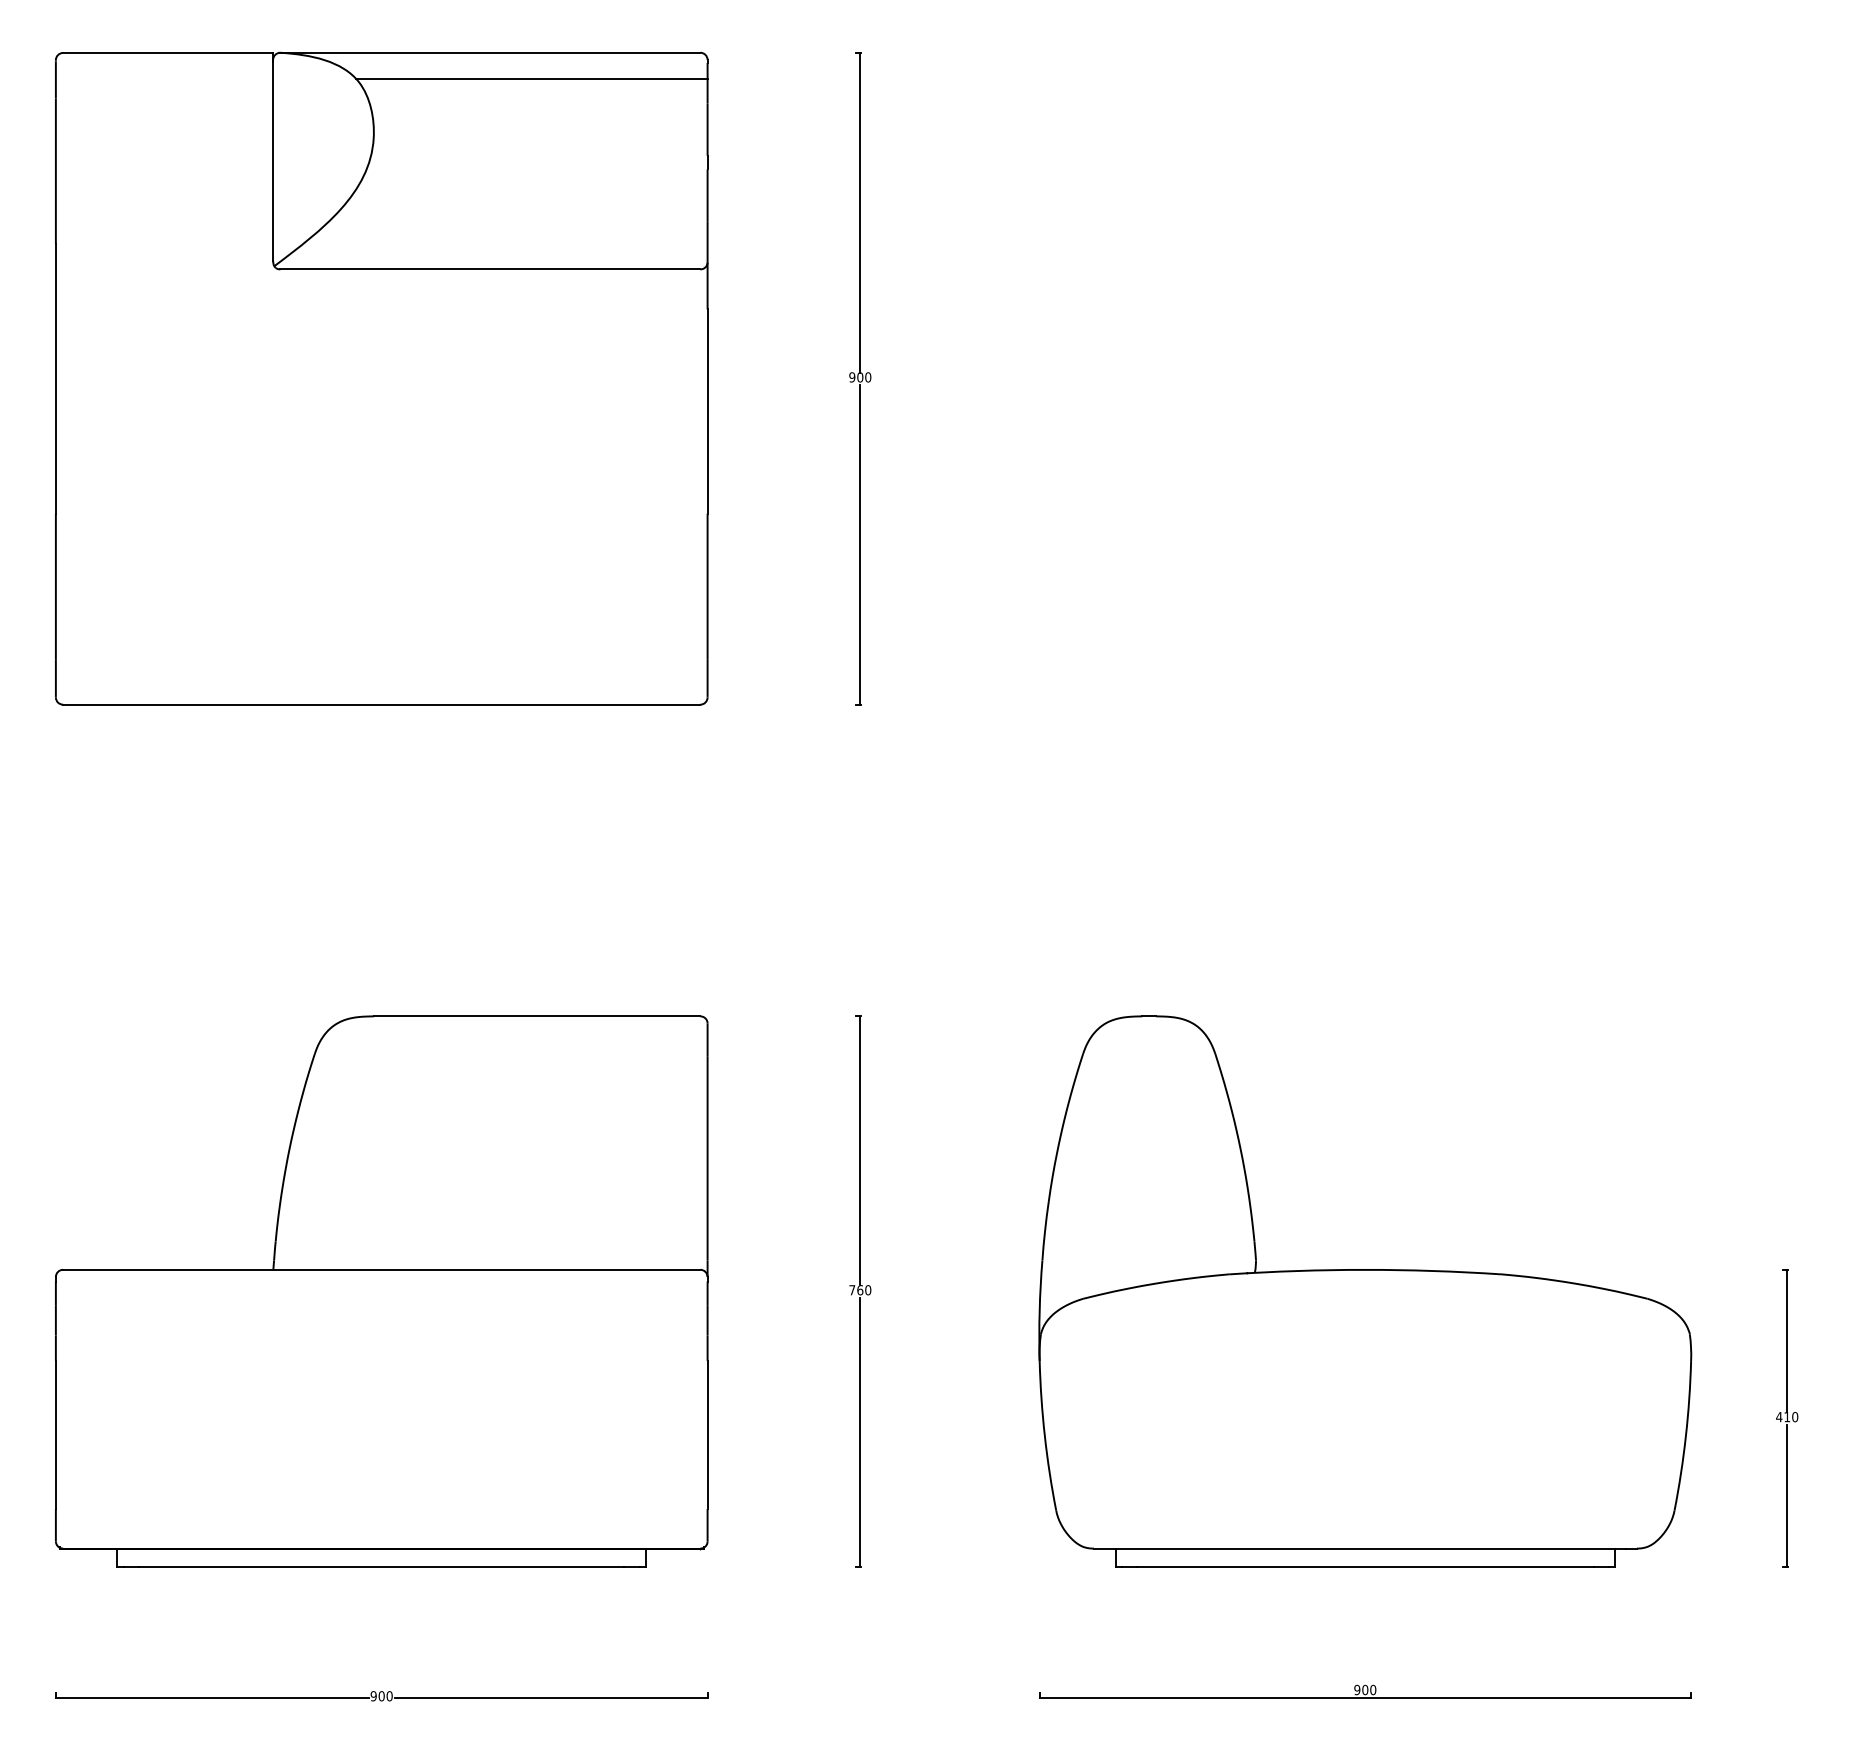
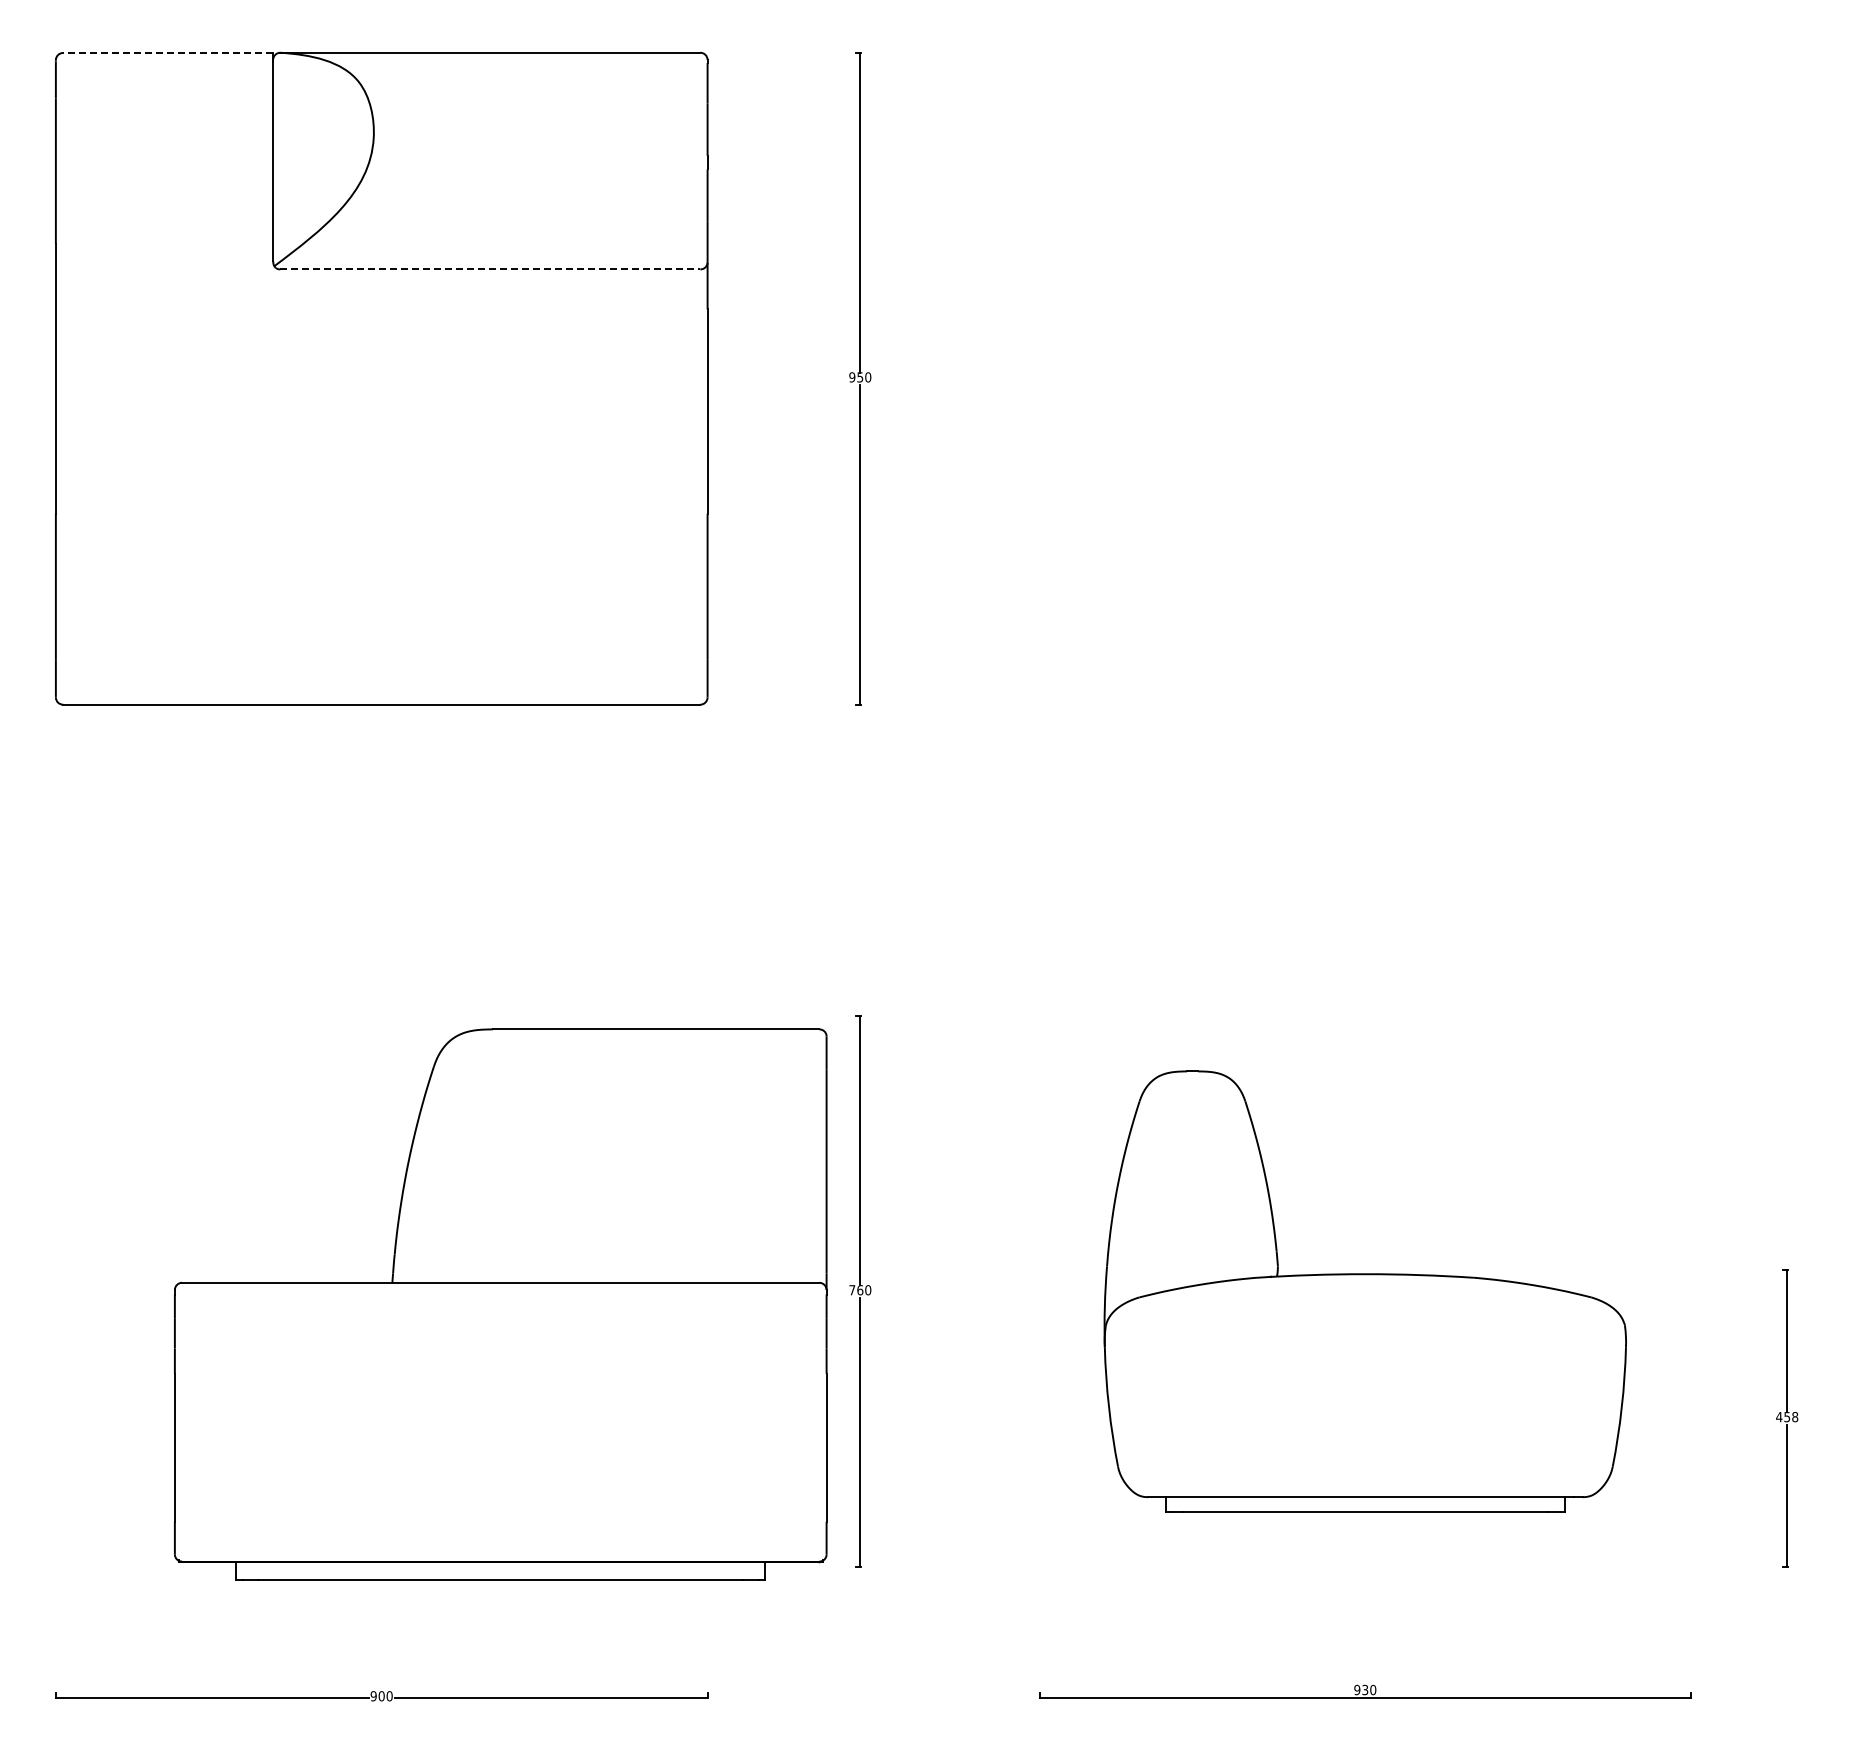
line at (168, 52): solid -> dashed
line at (531, 78): present -> none
line at (490, 269): solid -> dashed
text at (860, 377): 900 -> 950
part at (381, 1291) position: (381, 1291) -> (500, 1304)
part at (1365, 1291) size: 655x553 px -> 524x443 px
text at (1791, 1417): 410 -> 458
text at (1365, 1689): 900 -> 930
